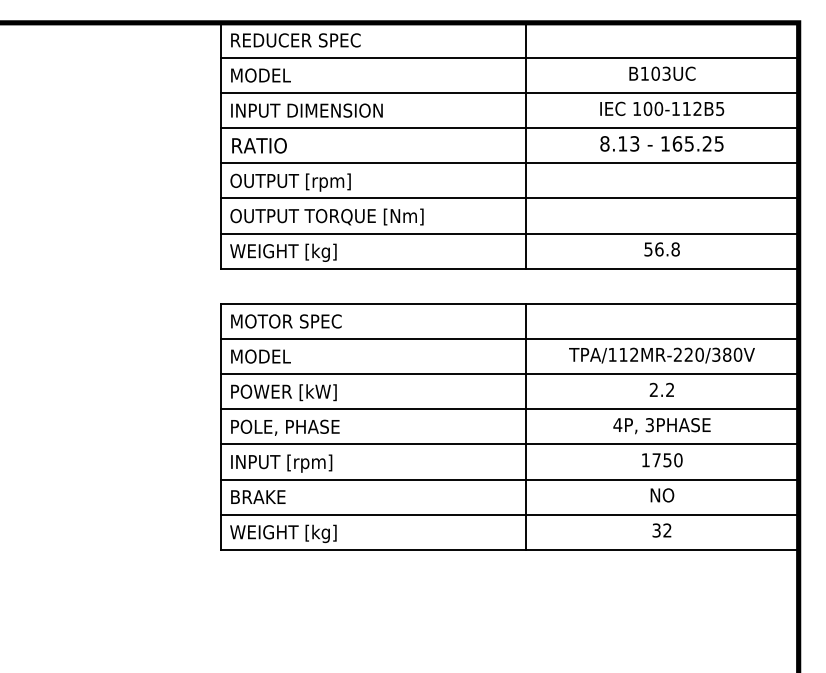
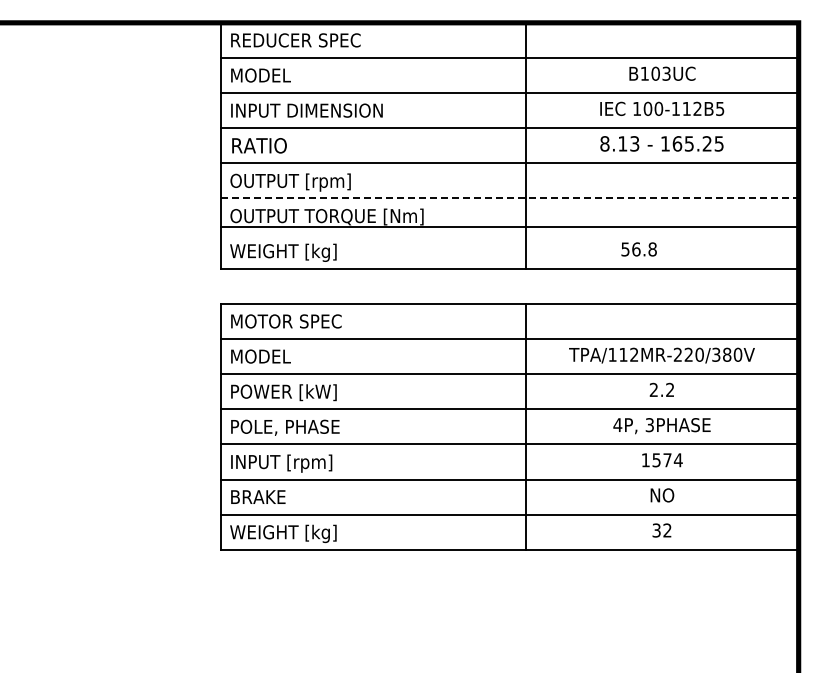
line at (510, 198): solid -> dashed
line at (509, 233) position: (509, 233) -> (509, 226)
text at (661, 249) position: (661, 249) -> (638, 249)
text at (667, 460): 1750 -> 1574
